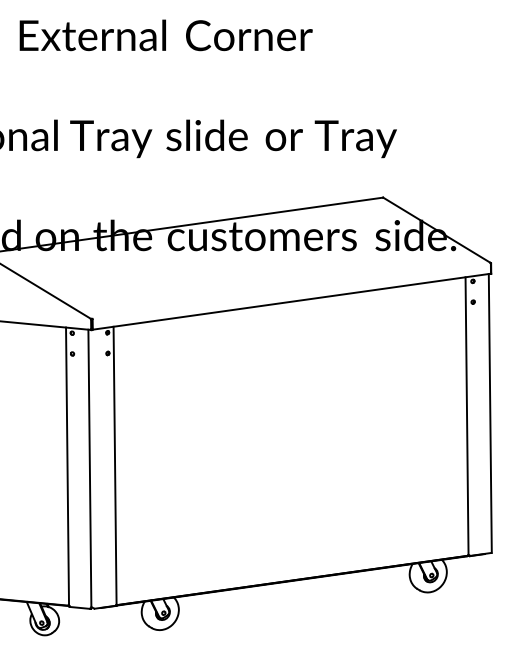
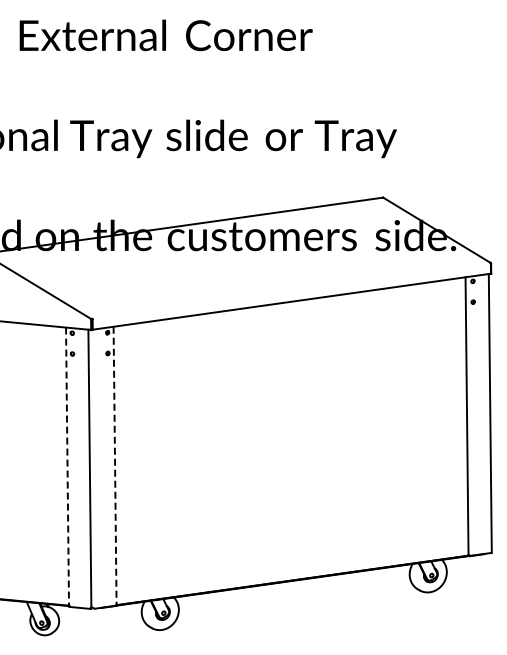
line at (115, 466): solid -> dashed
line at (67, 467): solid -> dashed
